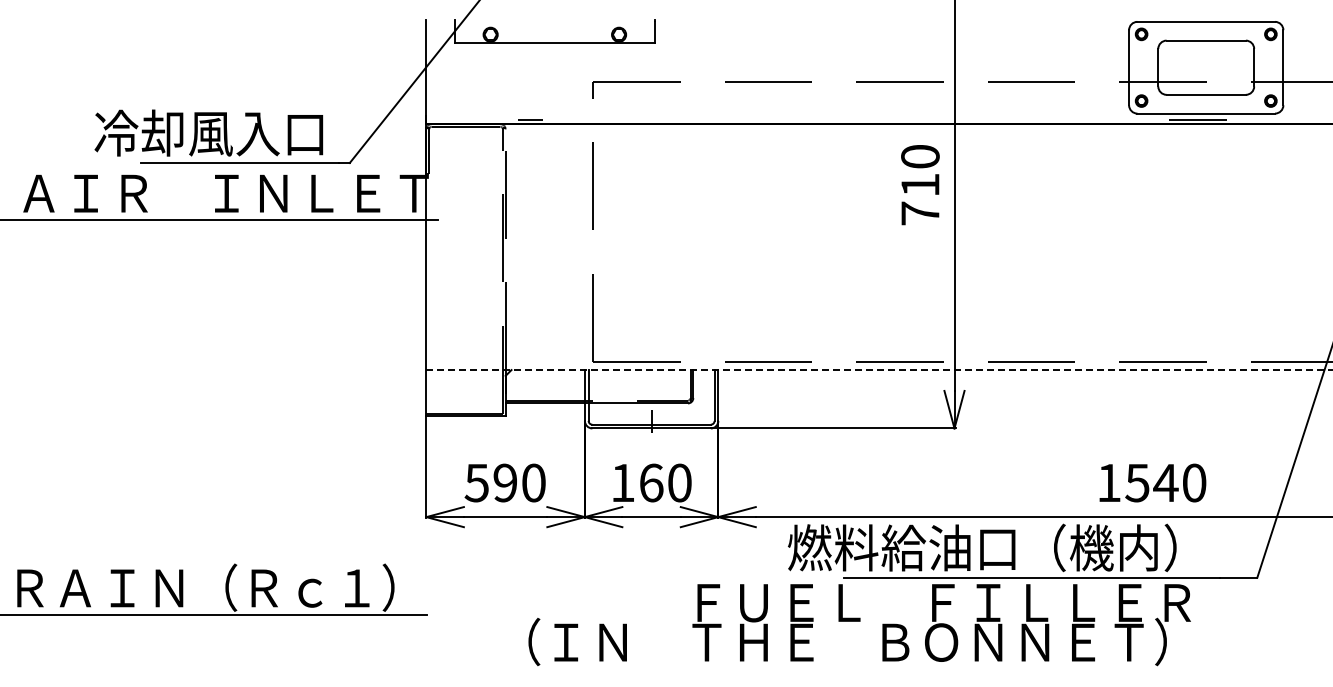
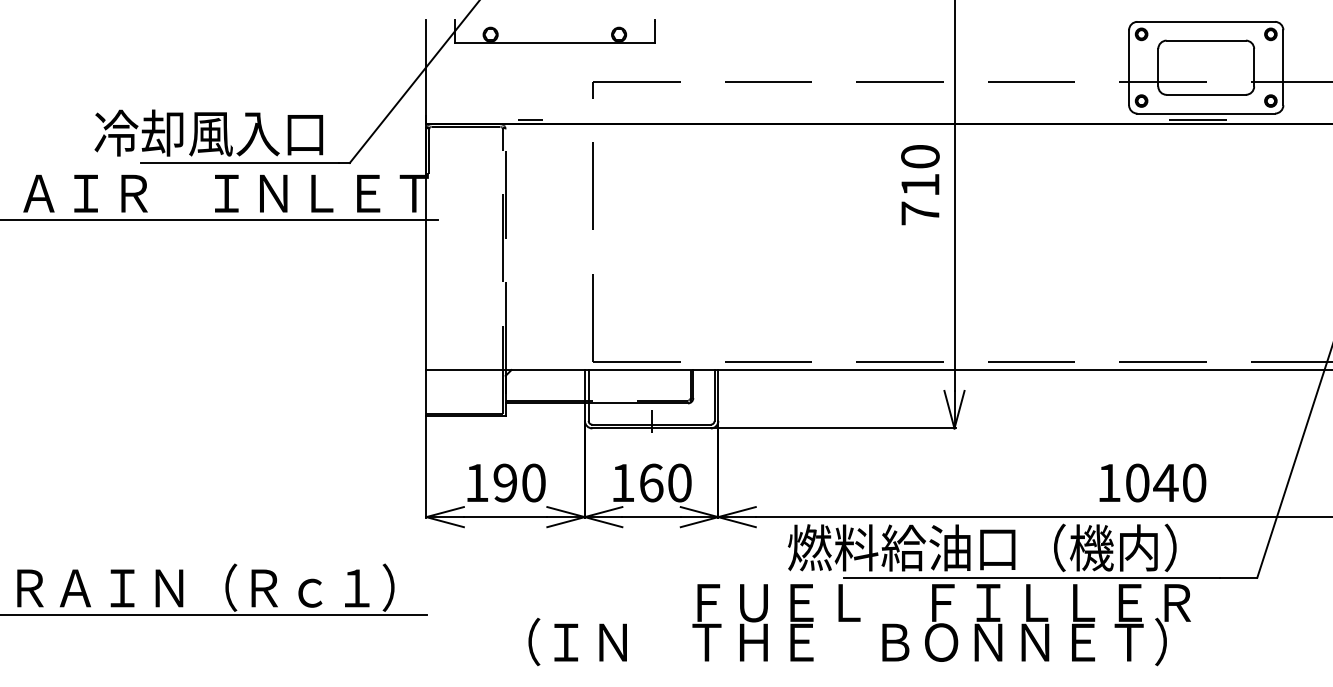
line at (879, 370): dashed -> solid
text at (1137, 482): 1540 -> 1040
text at (476, 483): 590 -> 190
